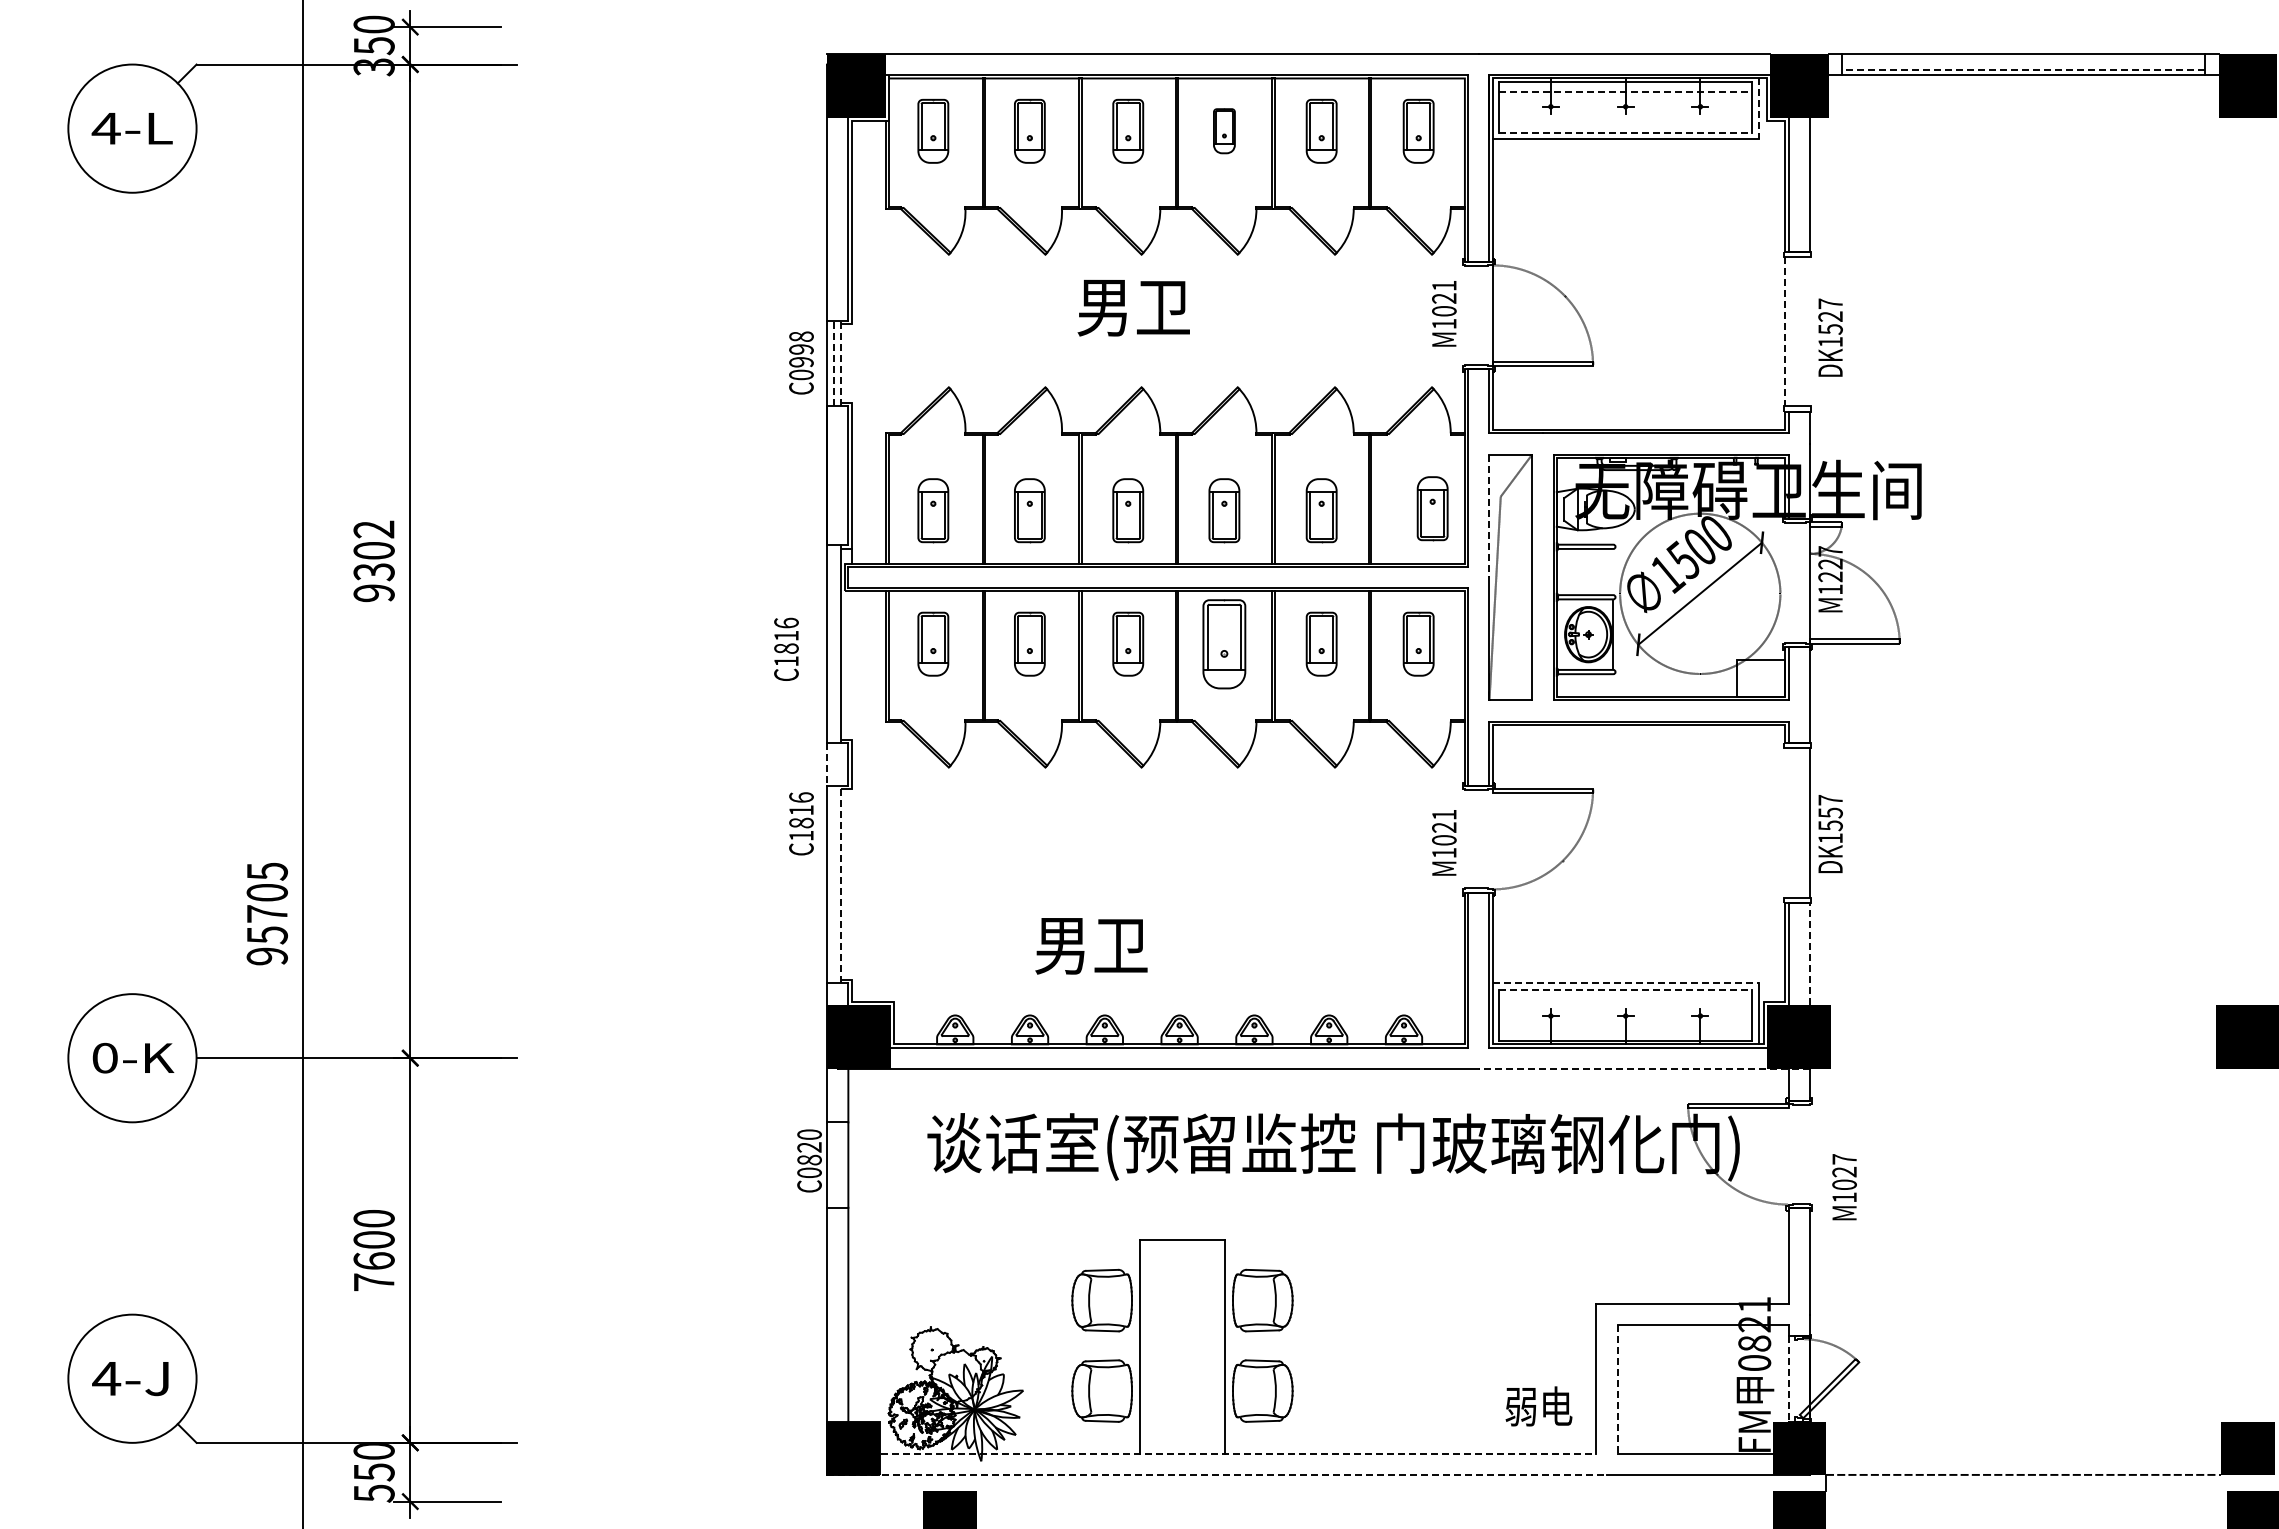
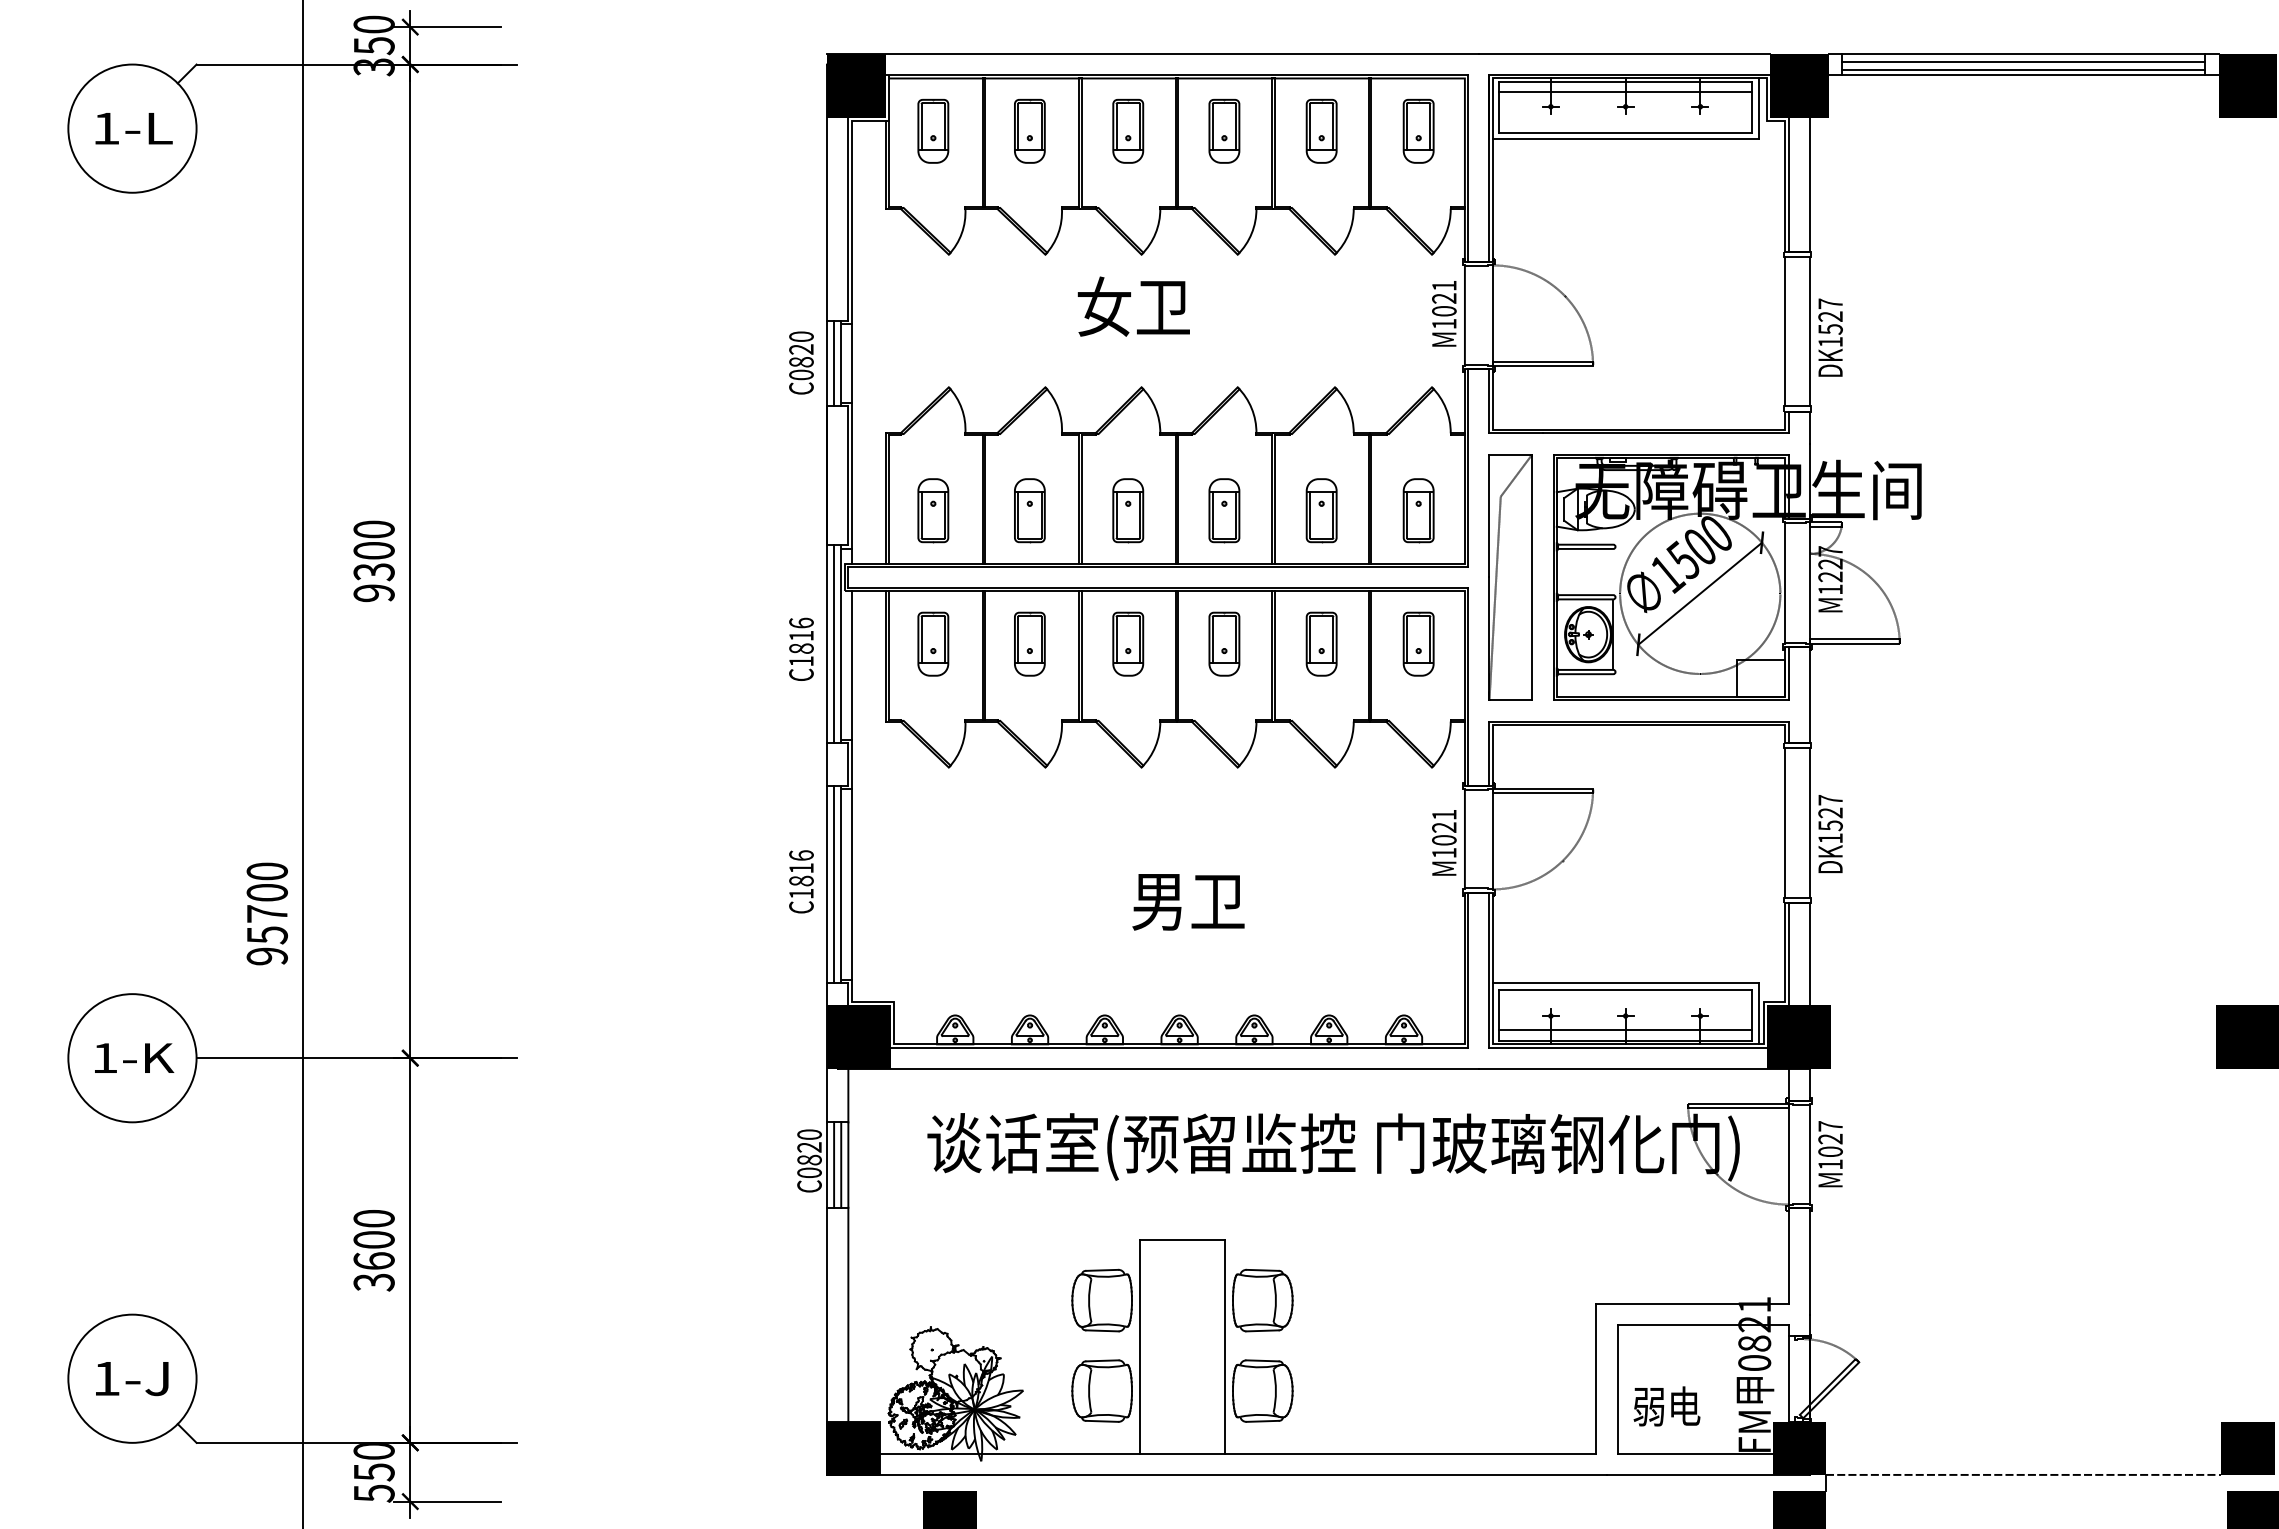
line at (2023, 61): none -> present
line at (2023, 70): dashed -> solid
line at (1625, 92): dashed -> solid
line at (1758, 109): dashed -> solid
text at (105, 128): 4-L -> 1-L
part at (1224, 131) size: 23x47 px -> 33x66 px
line at (1625, 132): dashed -> solid
text at (1104, 306): 男卫 -> 女卫
line at (1464, 315): none -> present
line at (1785, 331): dashed -> solid
line at (1809, 331): none -> present
text at (801, 349): C0998 -> C0820
line at (834, 363): dashed -> solid
line at (841, 363): dashed -> solid
line at (851, 363): none -> present
part at (1432, 508) position: (1432, 508) -> (1418, 510)
line at (1489, 516): dashed -> solid
text at (373, 529): 9302 -> 9300
line at (1785, 582): none -> present
line at (834, 644): none -> present
part at (1224, 644) size: 45x91 px -> 33x66 px
text at (786, 648) position: (786, 648) -> (801, 648)
line at (851, 665): none -> present
line at (826, 764): dashed -> solid
text at (1830, 812): DK1557 -> DK1527
line at (1785, 822): none -> present
text at (801, 823) position: (801, 823) -> (801, 881)
line at (1492, 838): none -> present
line at (1464, 839): none -> present
text at (266, 871): 95705 -> 95700
line at (834, 884): none -> present
line at (841, 884): dashed -> solid
line at (851, 884): none -> present
text at (1091, 946) position: (1091, 946) -> (1188, 902)
line at (1809, 954): dashed -> solid
line at (1625, 983): dashed -> solid
line at (1625, 989): dashed -> solid
line at (1625, 1030): none -> present
text at (104, 1057): 0-K -> 1-K
line at (1644, 1068): dashed -> solid
line at (1788, 1154): none -> present
line at (1809, 1154): none -> present
line at (834, 1164): none -> present
line at (841, 1164): none -> present
text at (1844, 1187) position: (1844, 1187) -> (1830, 1154)
text at (373, 1282): 7600 -> 3600
text at (106, 1378): 4-J -> 1-J
line at (1788, 1378): dashed -> solid
line at (1617, 1389): dashed -> solid
text at (1538, 1406) position: (1538, 1406) -> (1666, 1406)
line at (1222, 1453): dashed -> solid
line at (1216, 1474): dashed -> solid
